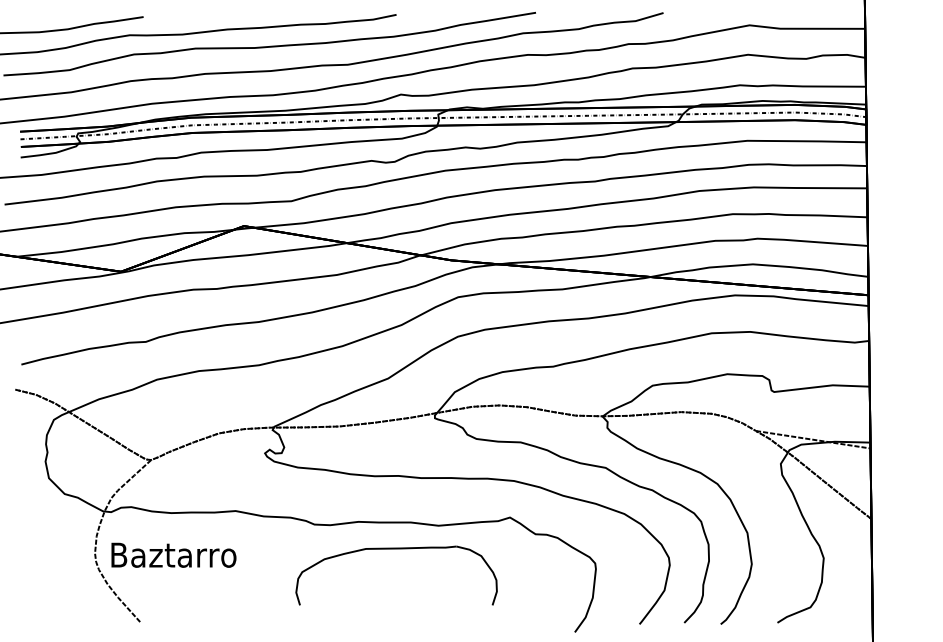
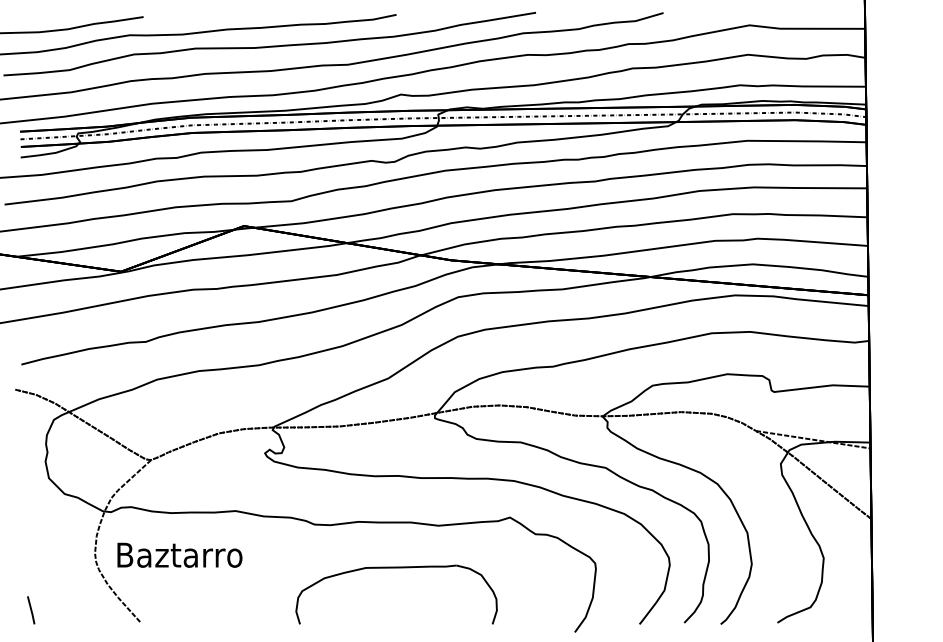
part at (396, 549) position: (396, 549) -> (396, 568)
text at (173, 554) position: (173, 554) -> (179, 554)
line at (31, 610): none -> present
